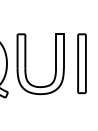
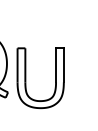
part at (81, 63): present -> none
part at (26, 64) position: (26, 64) -> (26, 78)
